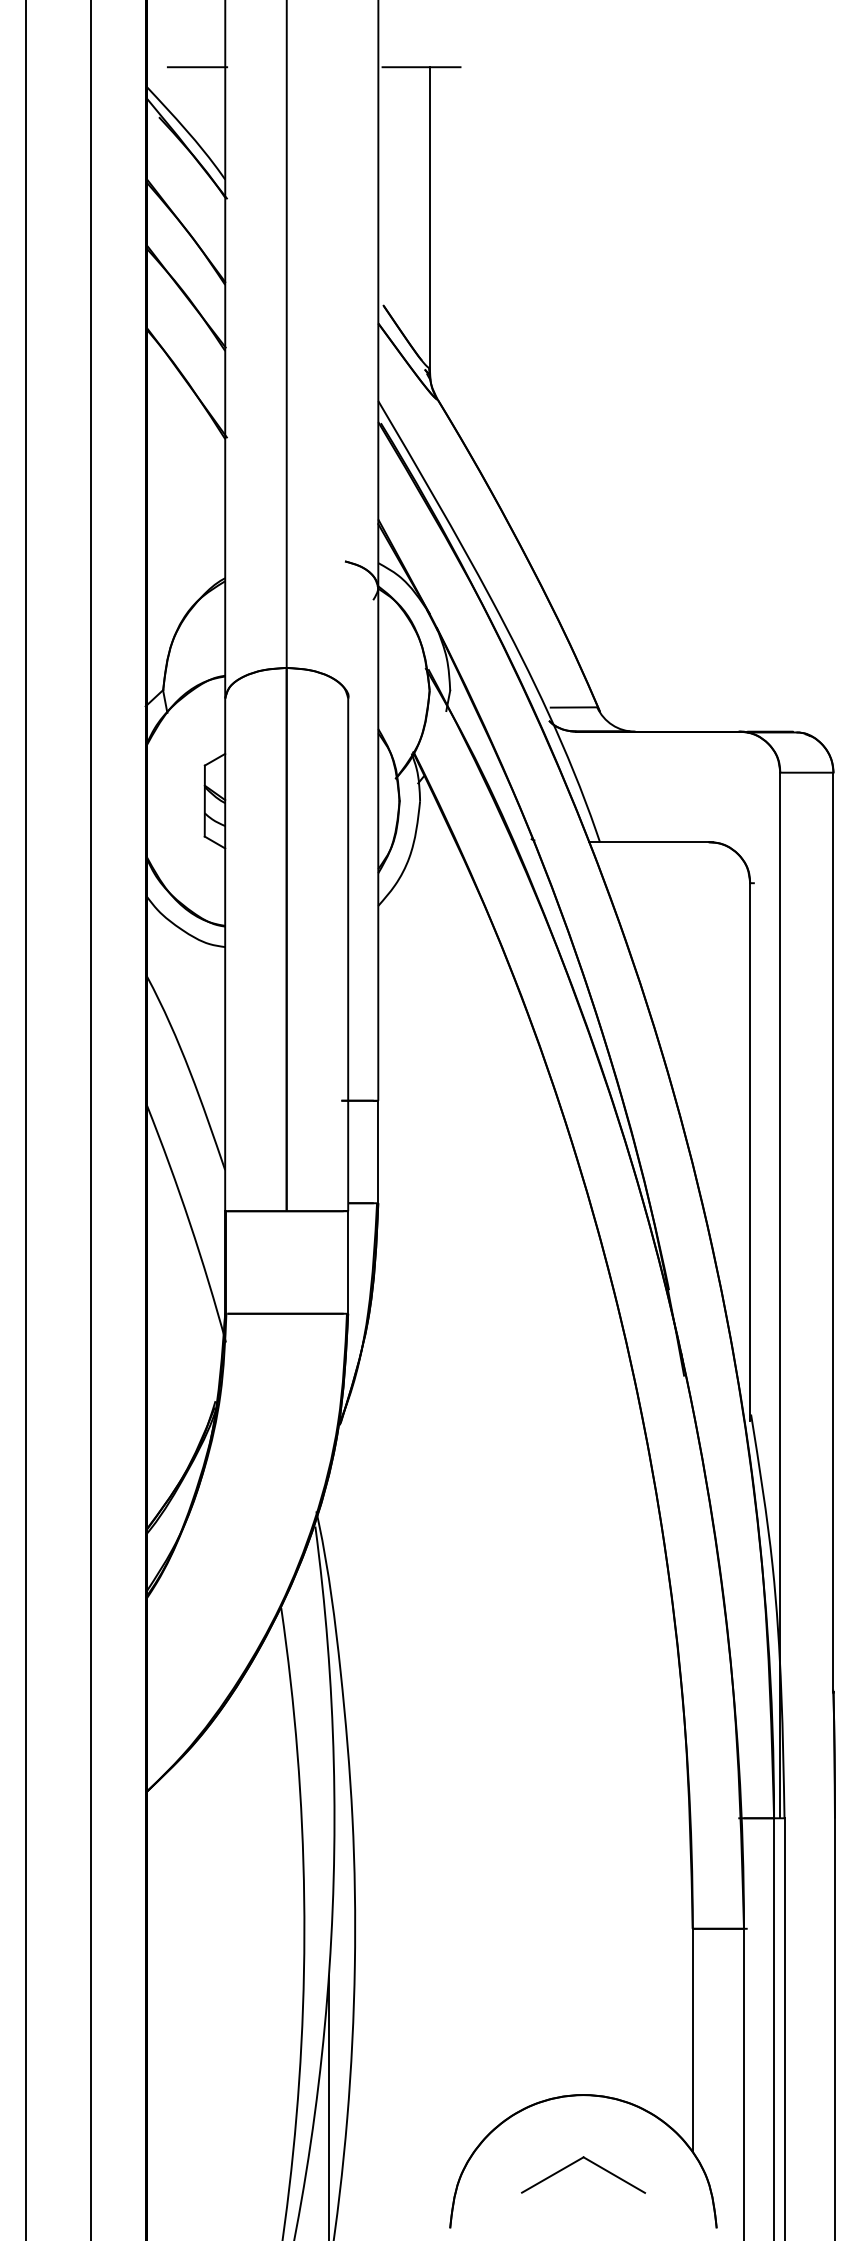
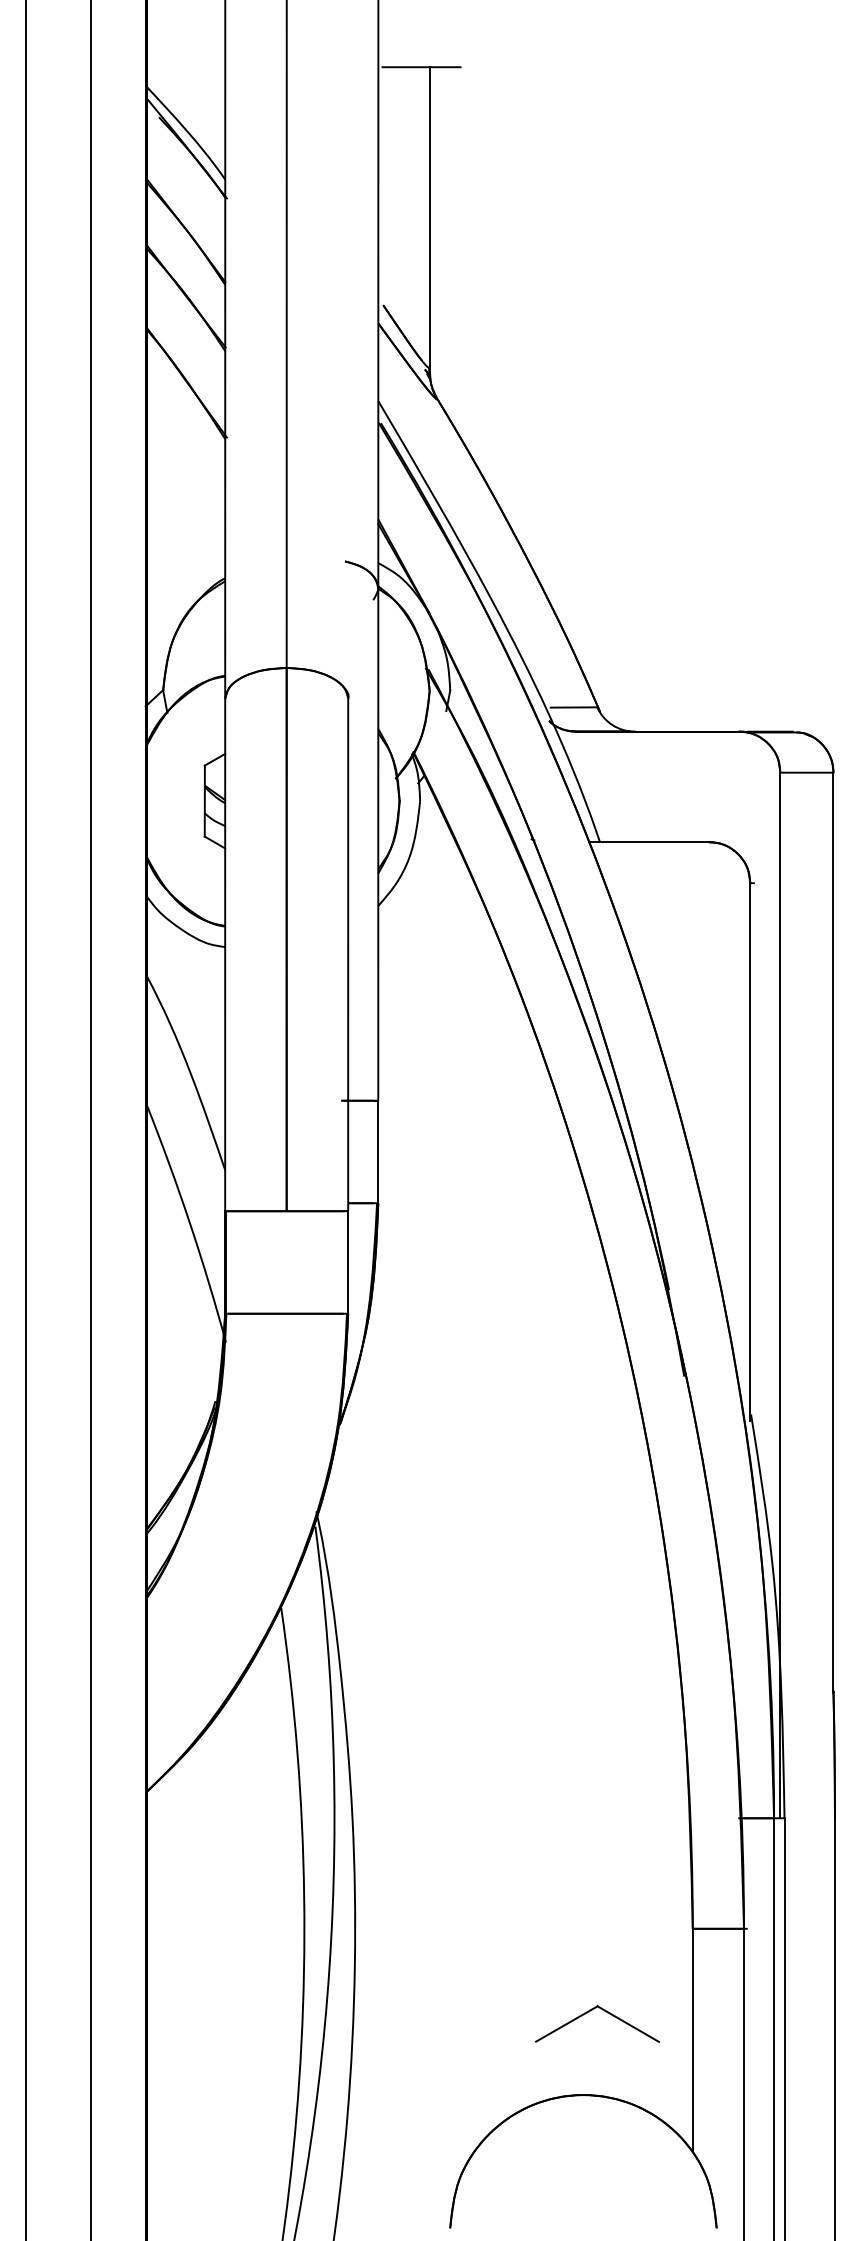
line at (197, 67): present -> none
line at (328, 2106): present -> none
part at (576, 2162) position: (576, 2162) -> (590, 2011)
